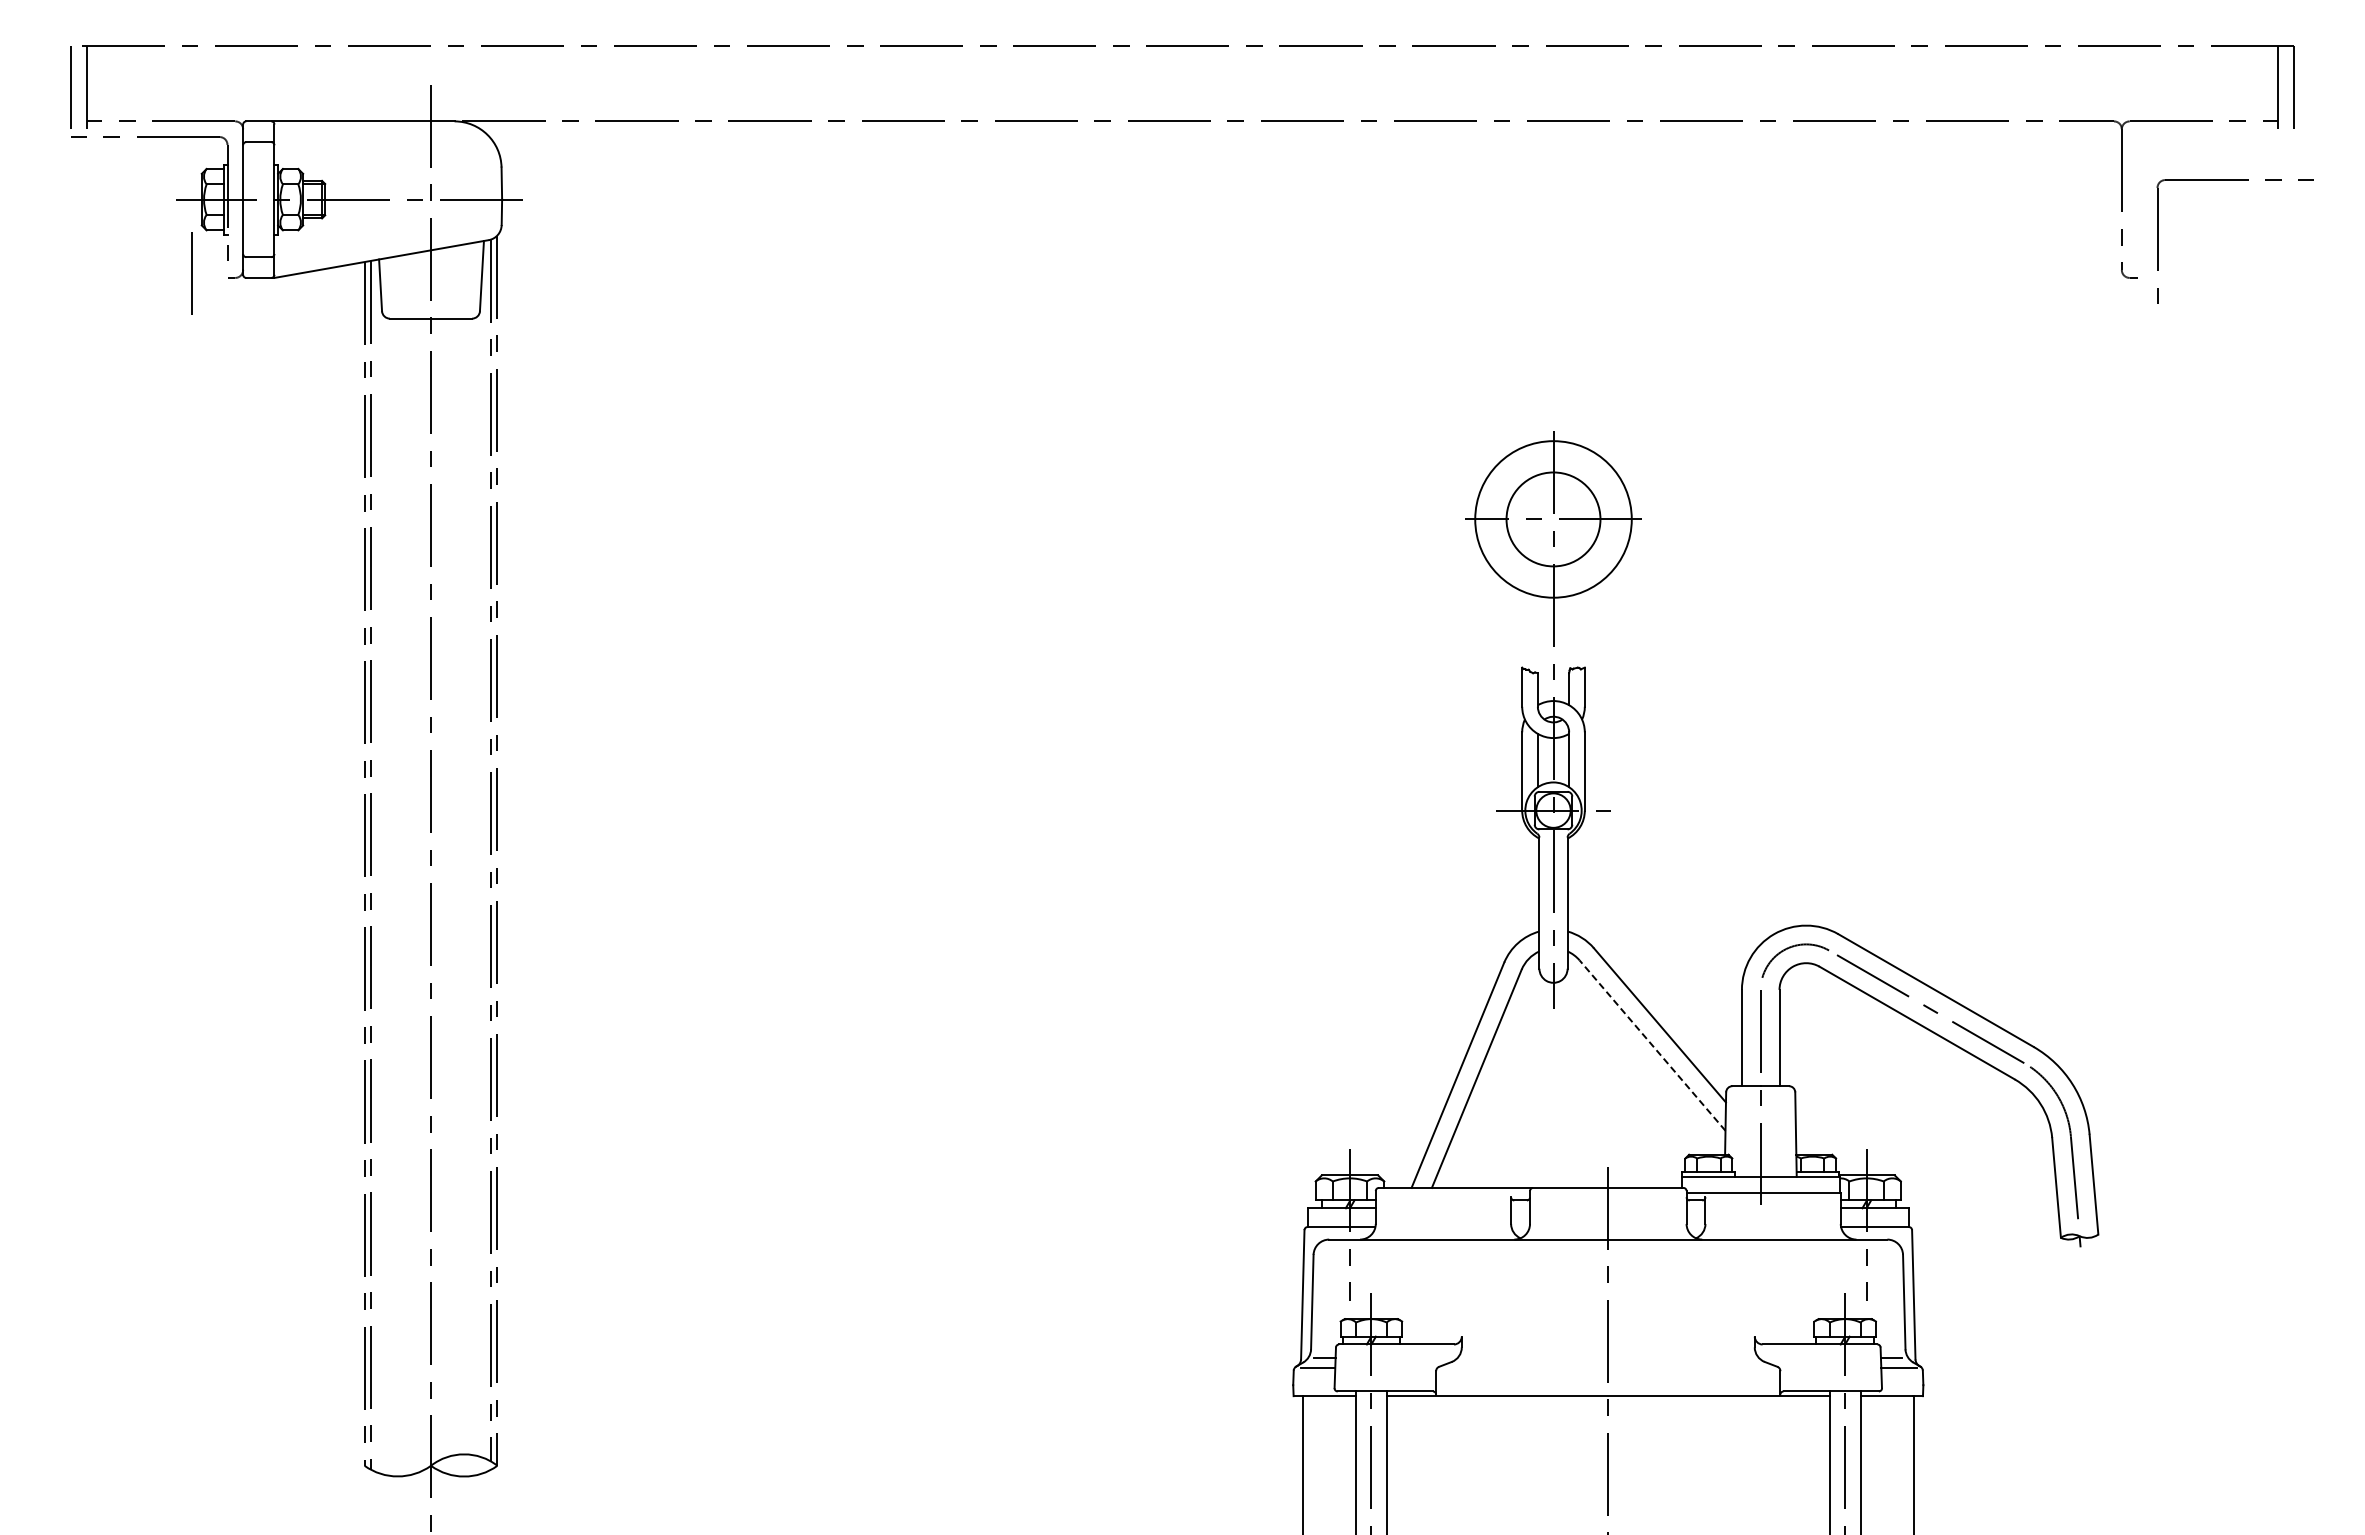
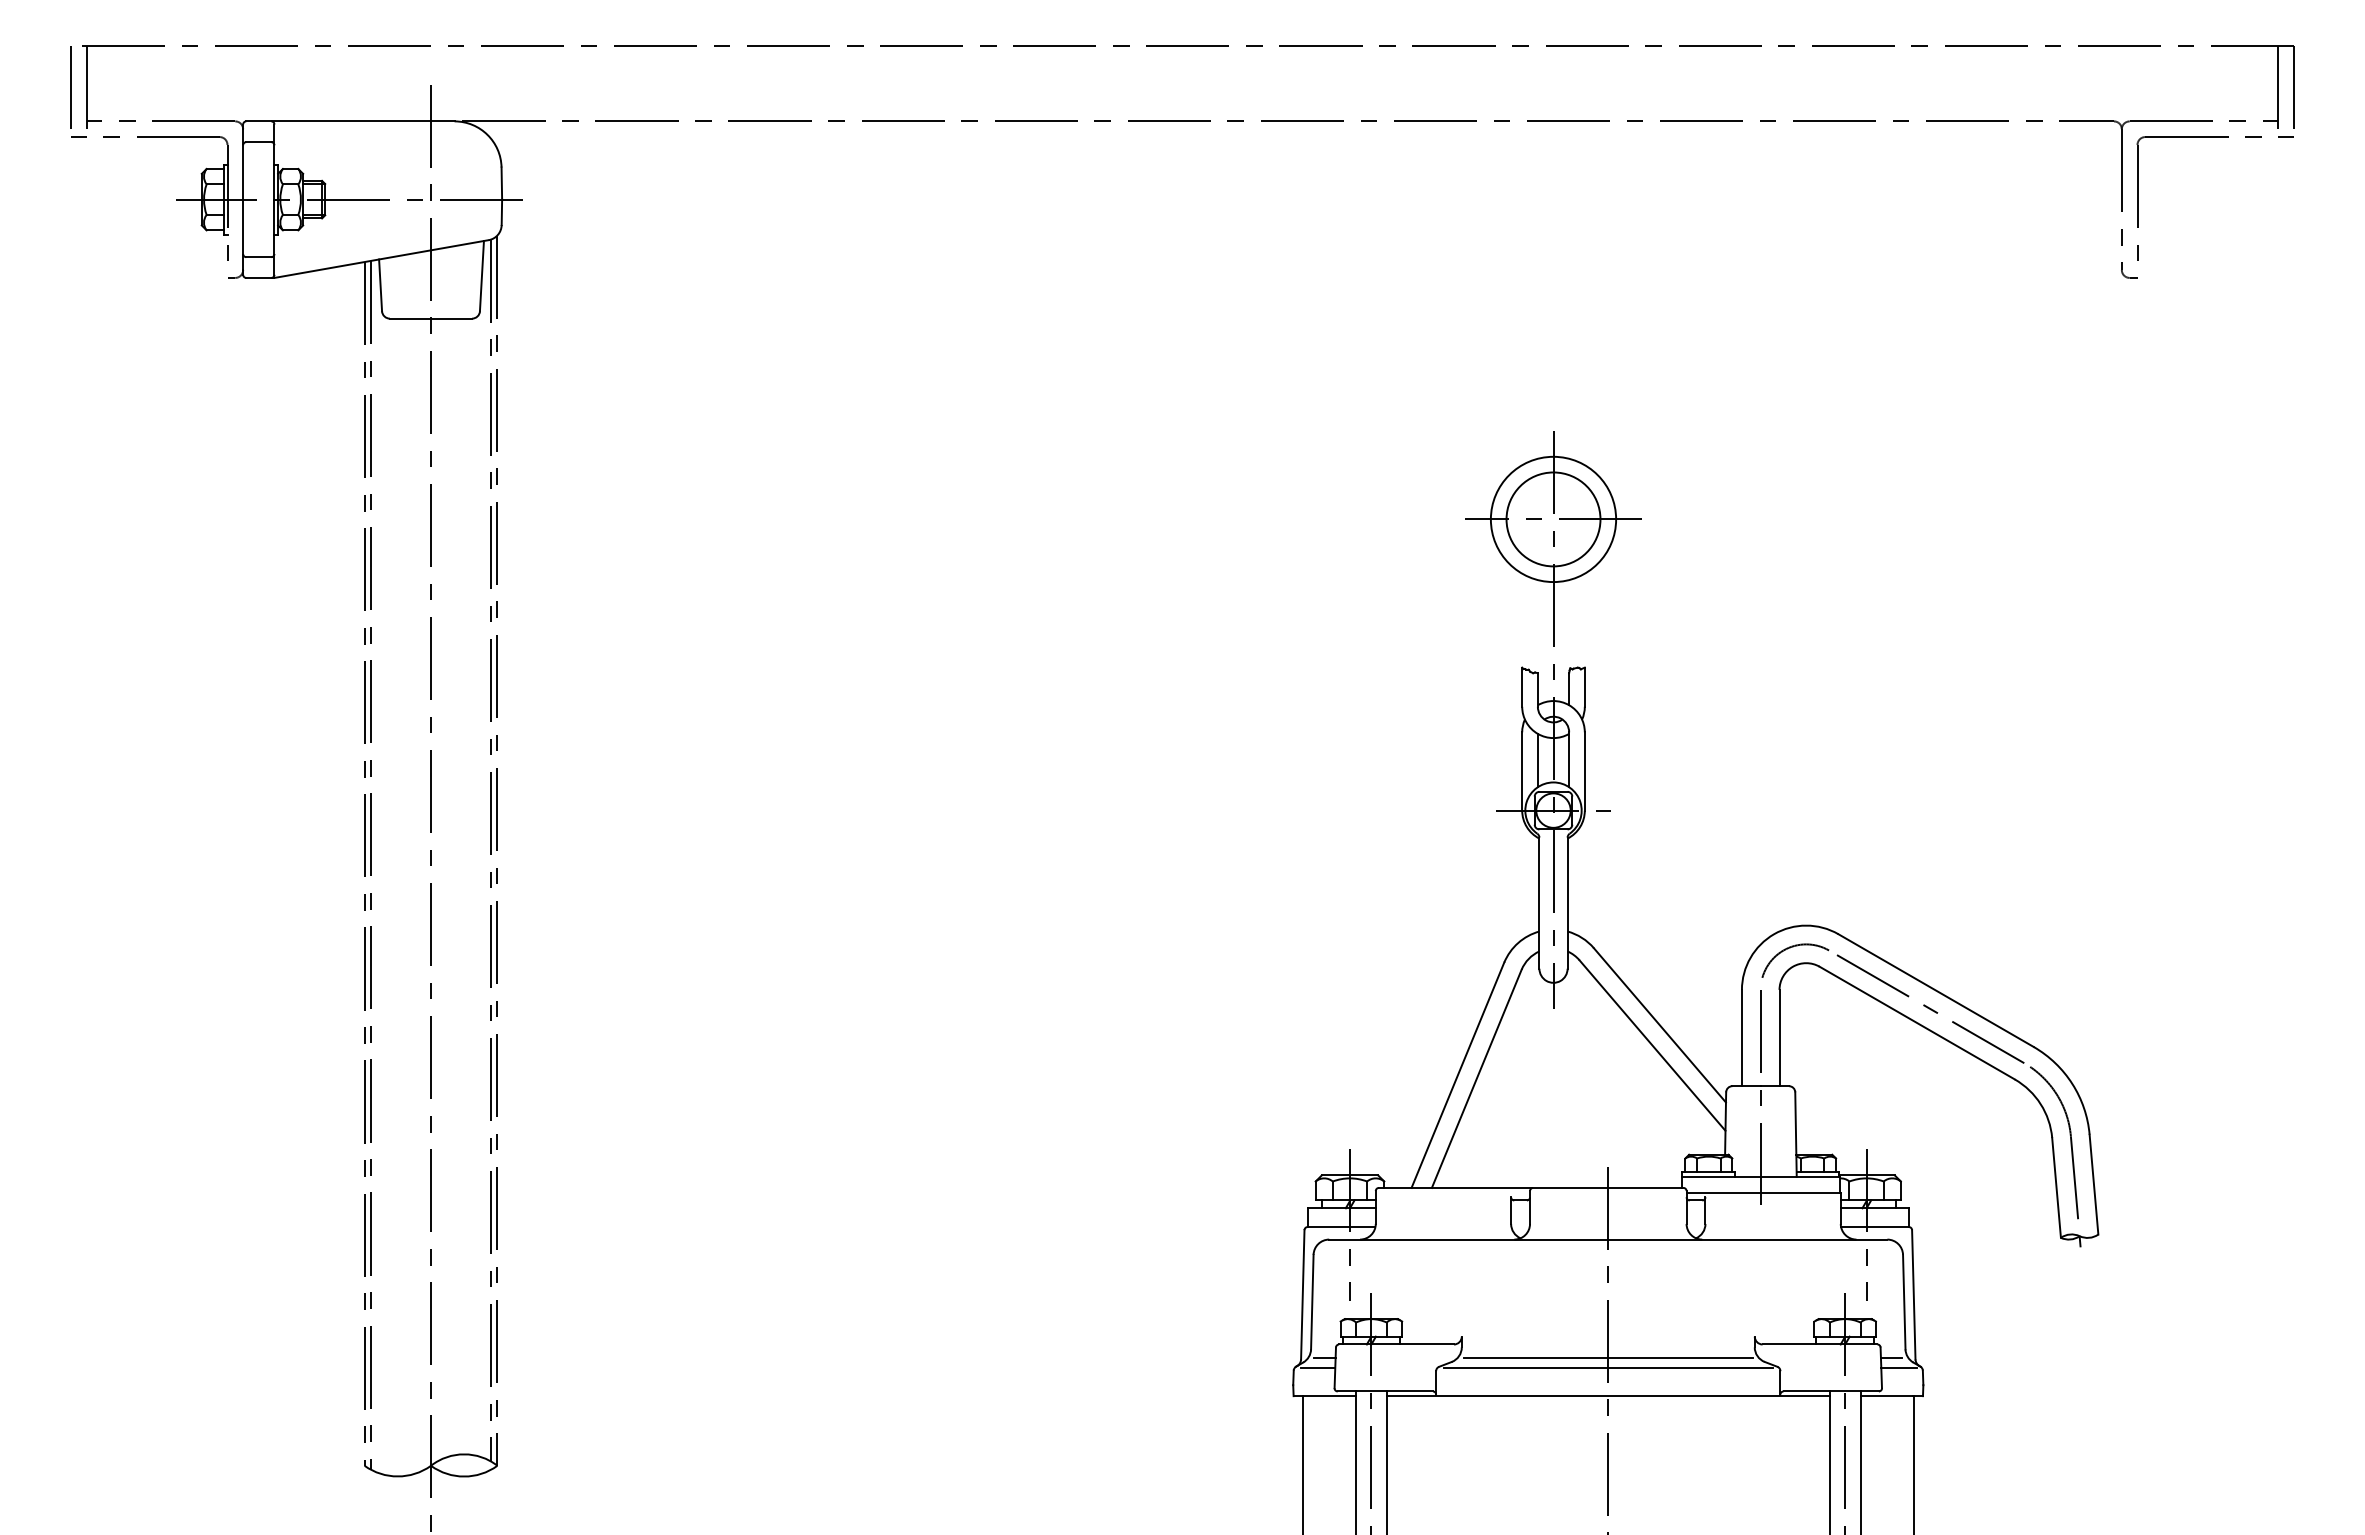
part at (2234, 180) position: (2234, 180) -> (2214, 137)
line at (191, 273): present -> none
circle at (1553, 519) diameter: 157 px -> 125 px
line at (1652, 1045): dashed -> solid
line at (1607, 1358): none -> present
line at (1607, 1367): none -> present
